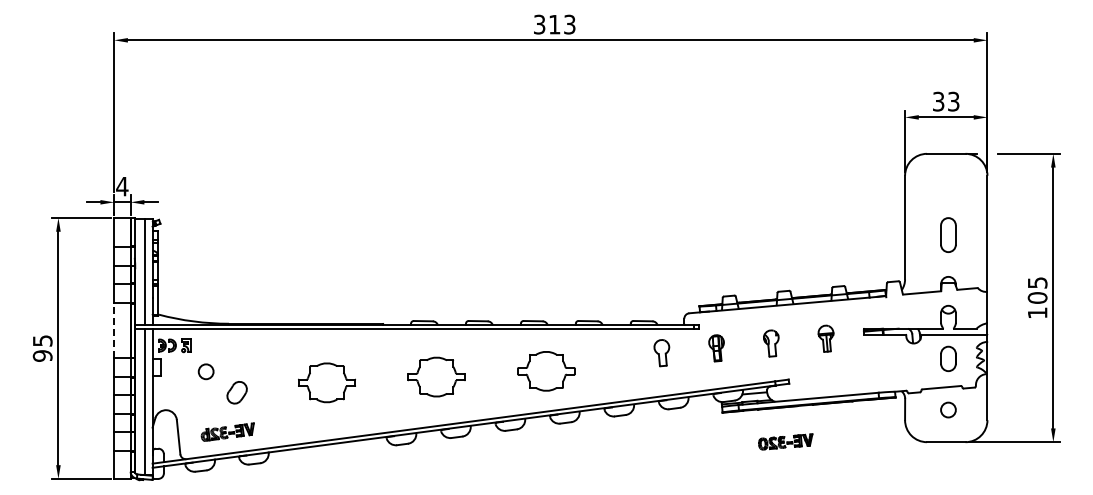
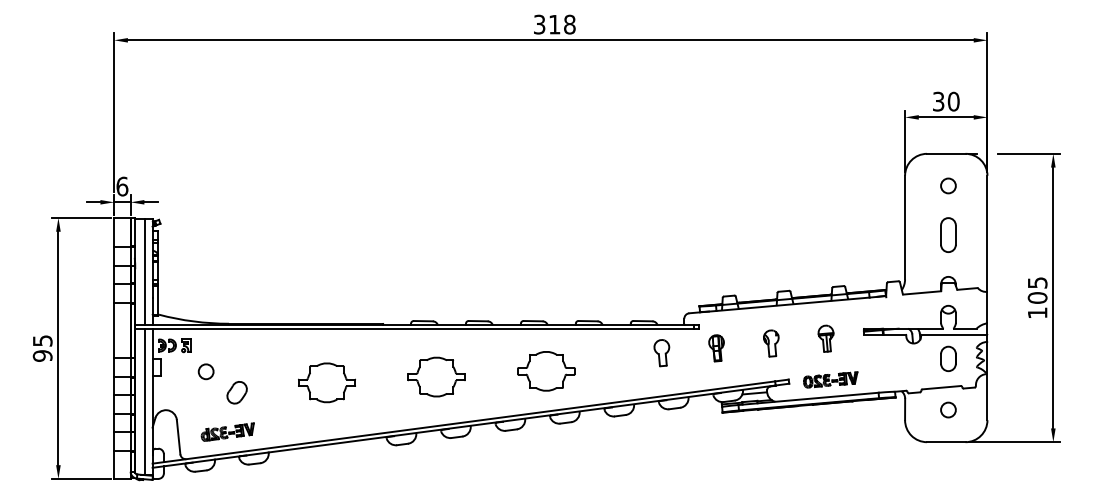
text at (569, 24): 313 -> 318
text at (953, 101): 33 -> 30
circle at (948, 185): none -> present
text at (122, 186): 4 -> 6
line at (114, 330): dashed -> solid
part at (785, 441) position: (785, 441) -> (830, 379)
